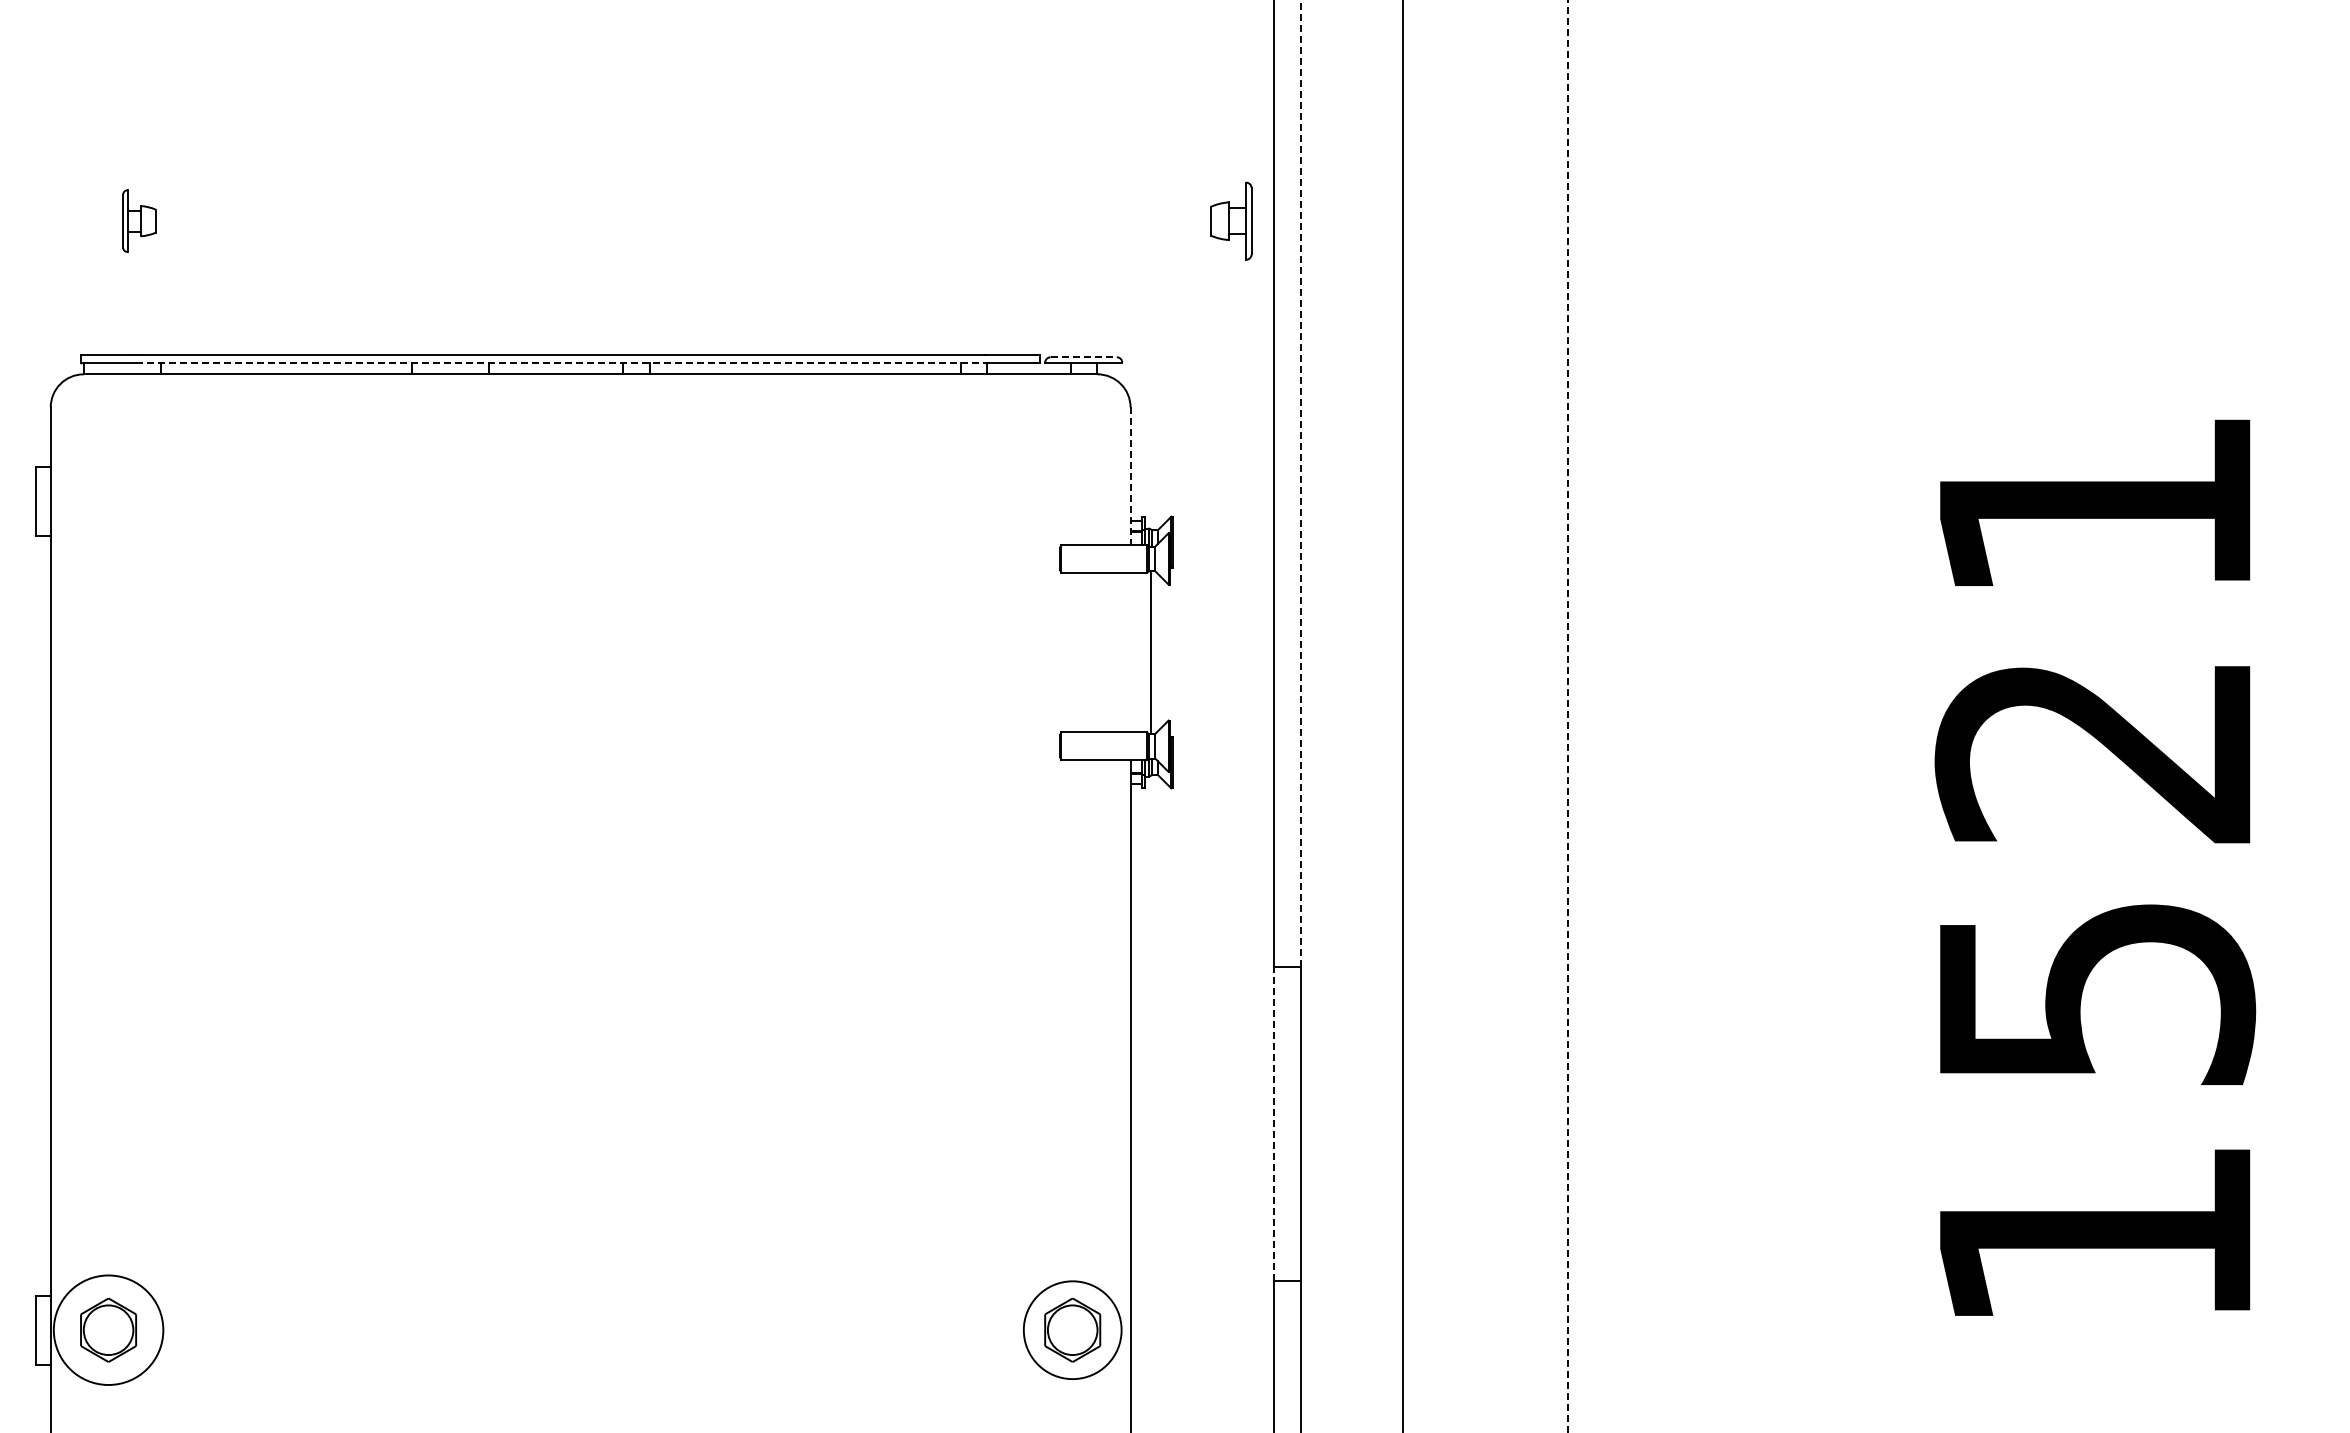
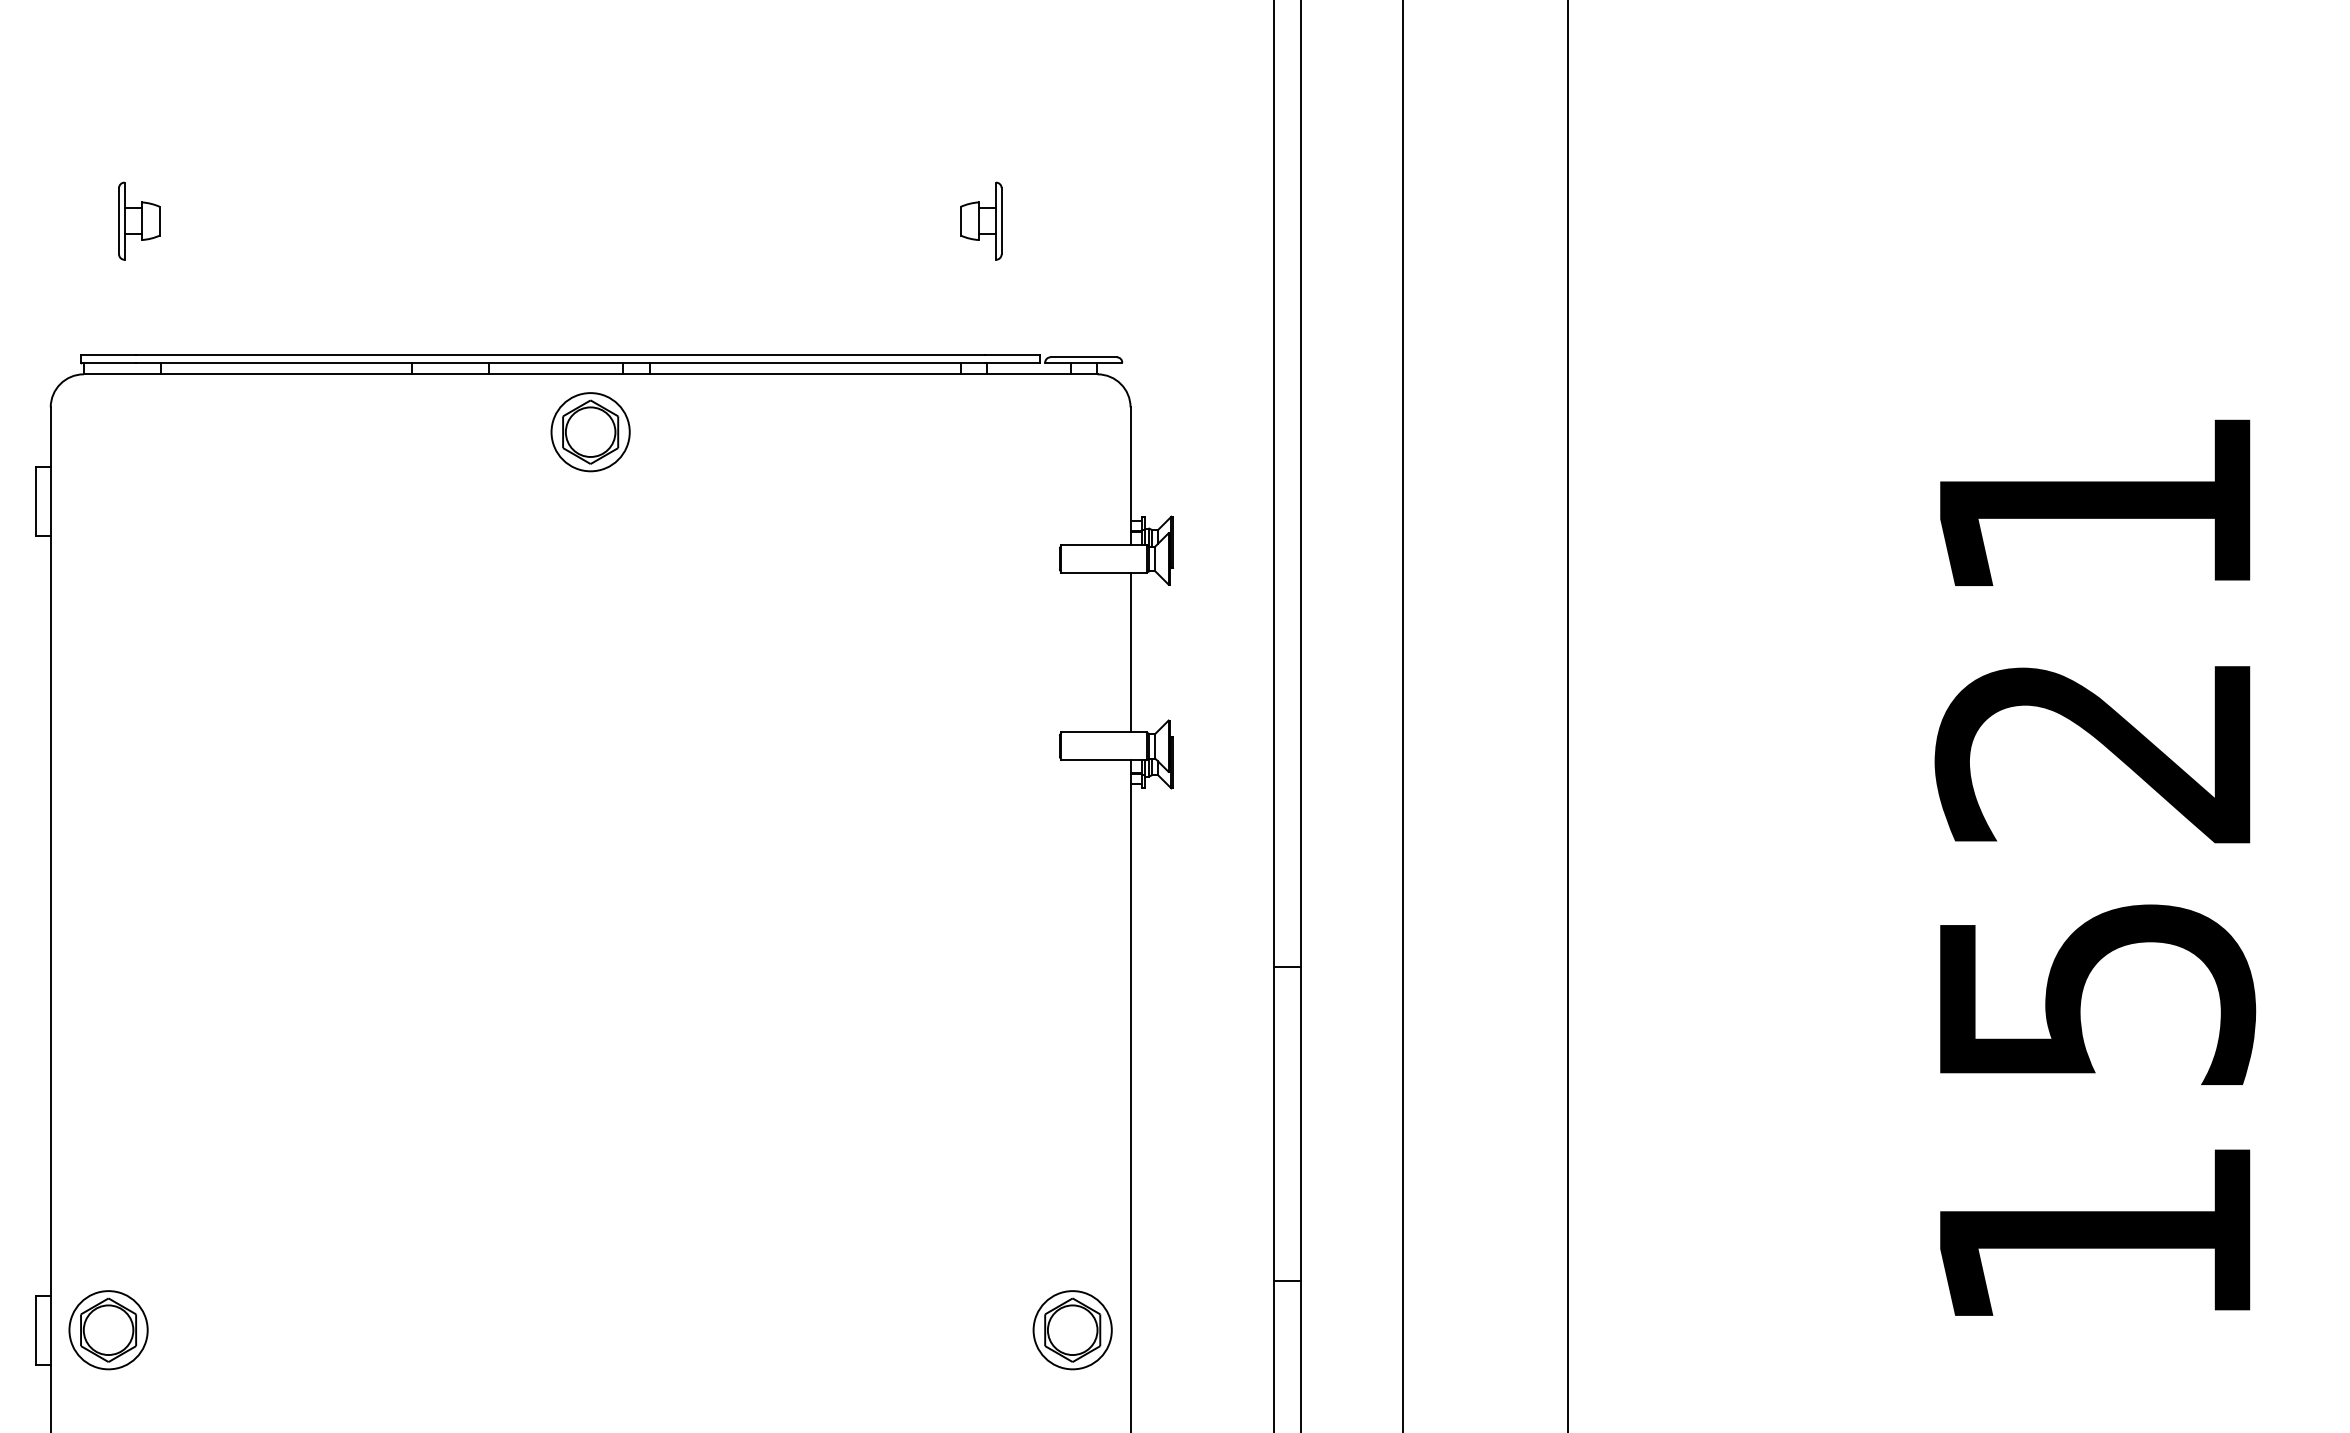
part at (139, 220) size: 35x64 px -> 43x80 px
part at (1231, 220) position: (1231, 220) -> (981, 220)
line at (1084, 357): dashed -> solid
line at (560, 363): dashed -> solid
part at (590, 432): none -> present
line at (1130, 476): dashed -> solid
line at (1301, 482): dashed -> solid
line at (1150, 652) position: (1150, 652) -> (1130, 652)
line at (1568, 716): dashed -> solid
line at (1273, 1123): dashed -> solid
circle at (108, 1329) diameter: 110 px -> 78 px
circle at (1072, 1330) diameter: 98 px -> 78 px
